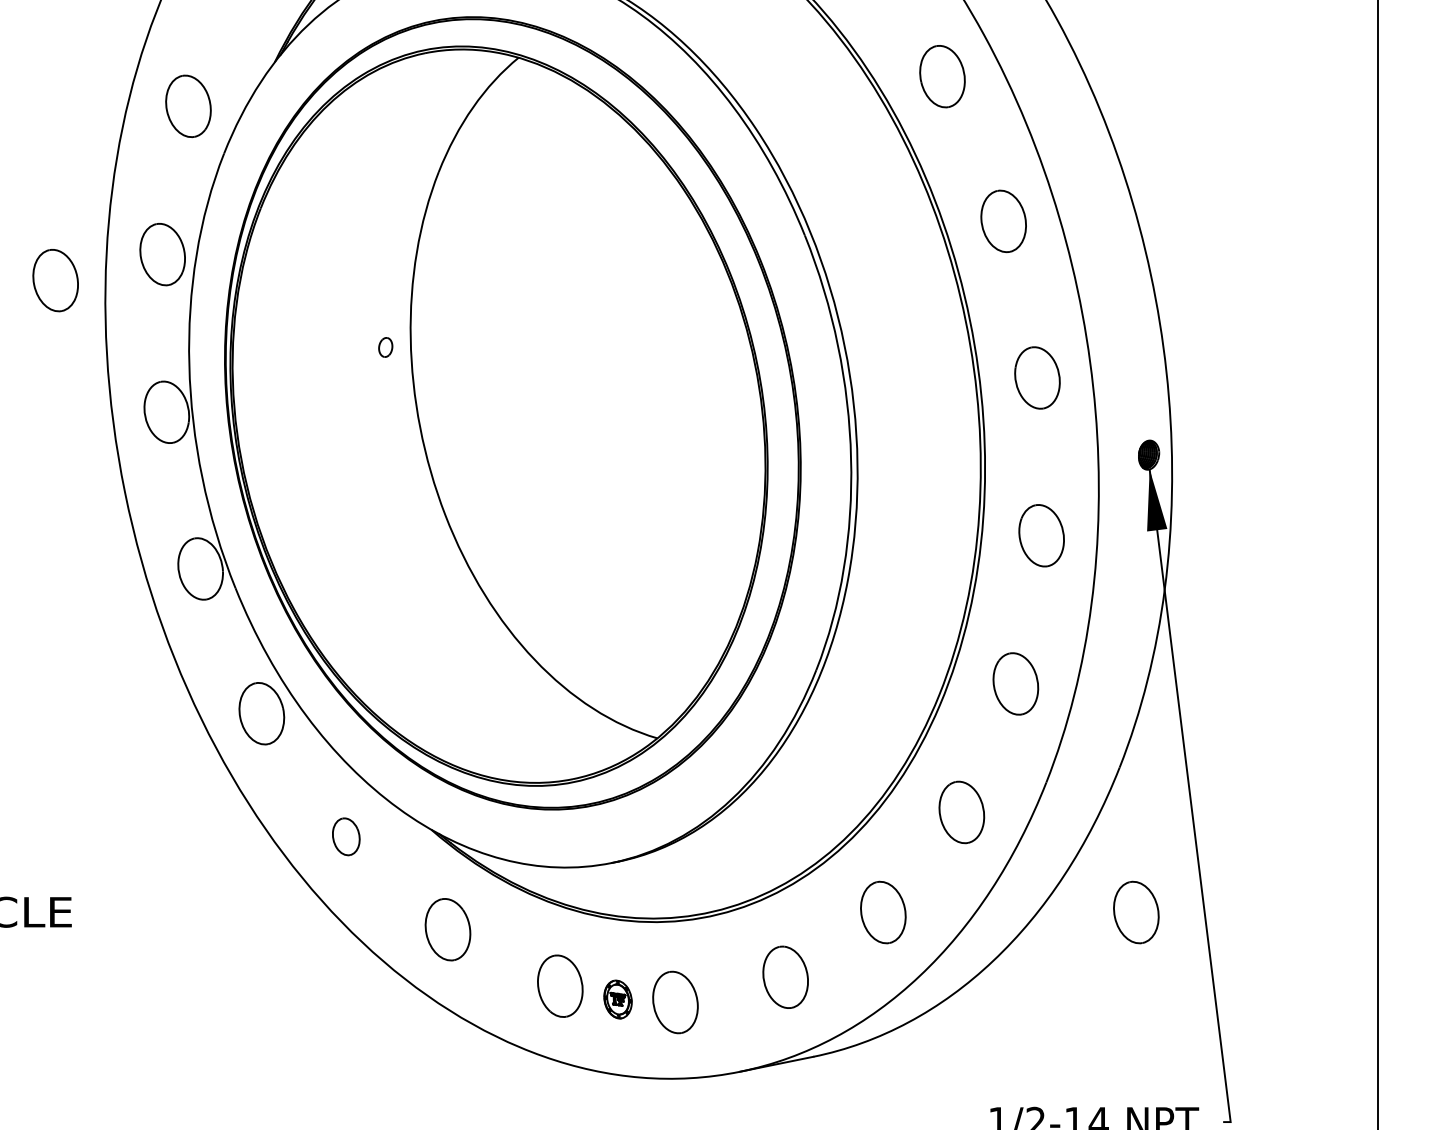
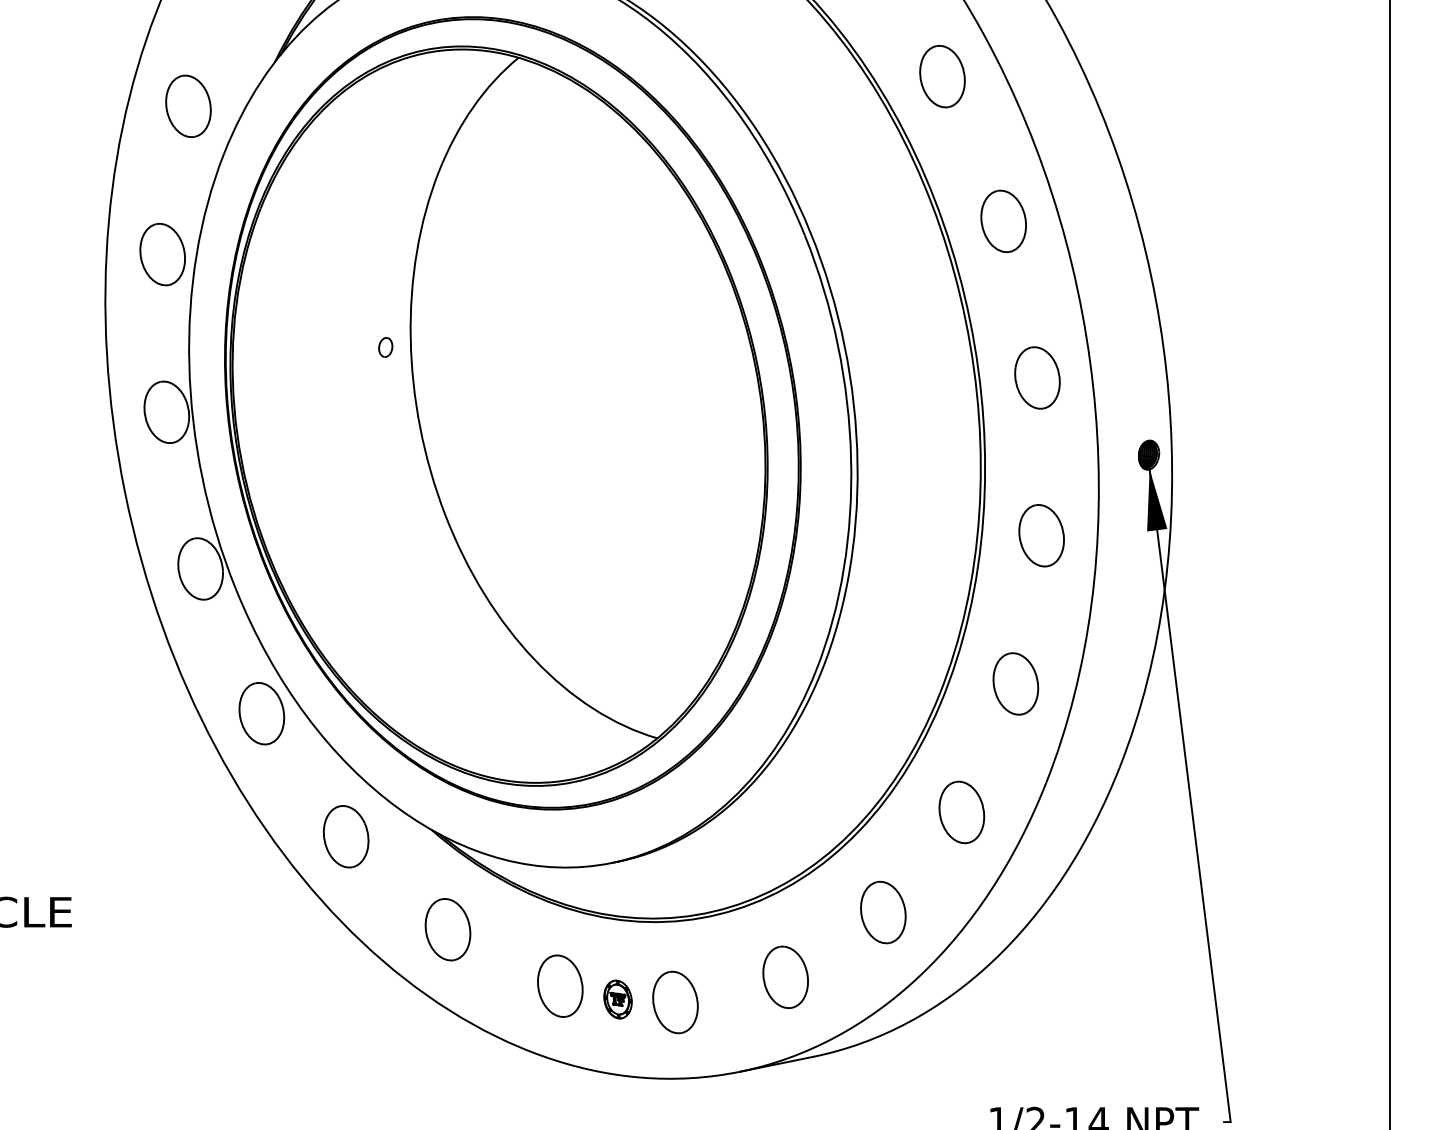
part at (55, 280): present -> none
line at (1378, 564) position: (1378, 564) -> (1390, 564)
part at (346, 836) size: 29x40 px -> 47x64 px
part at (1136, 912): present -> none
